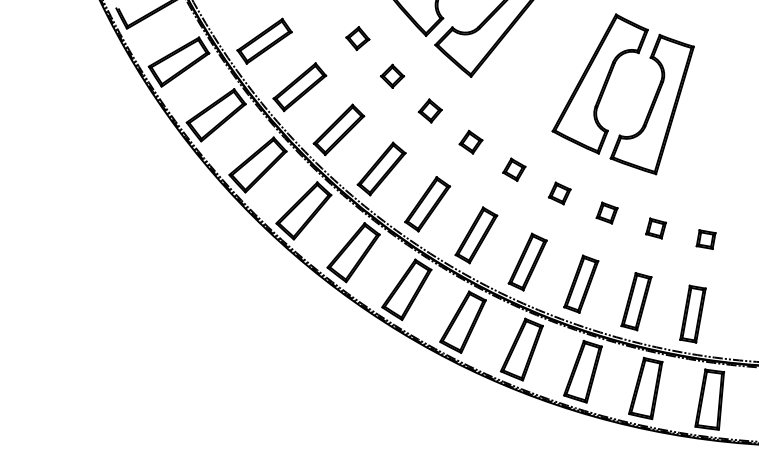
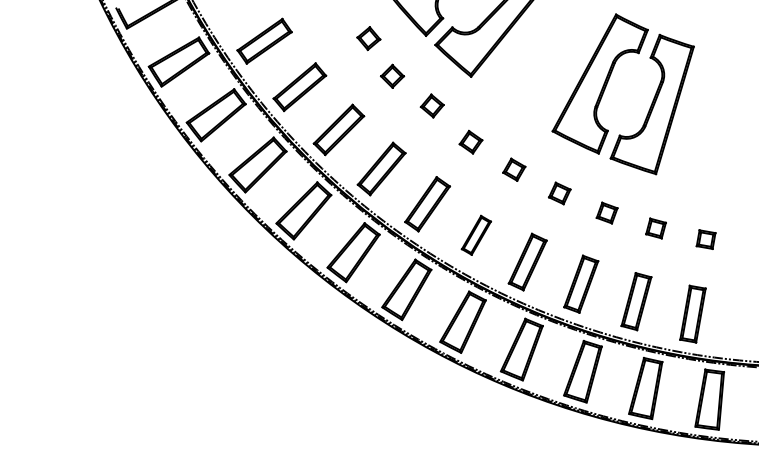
part at (357, 38) position: (357, 38) -> (368, 38)
part at (429, 110) position: (429, 110) -> (431, 105)
part at (476, 235) size: 45x59 px -> 33x42 px
